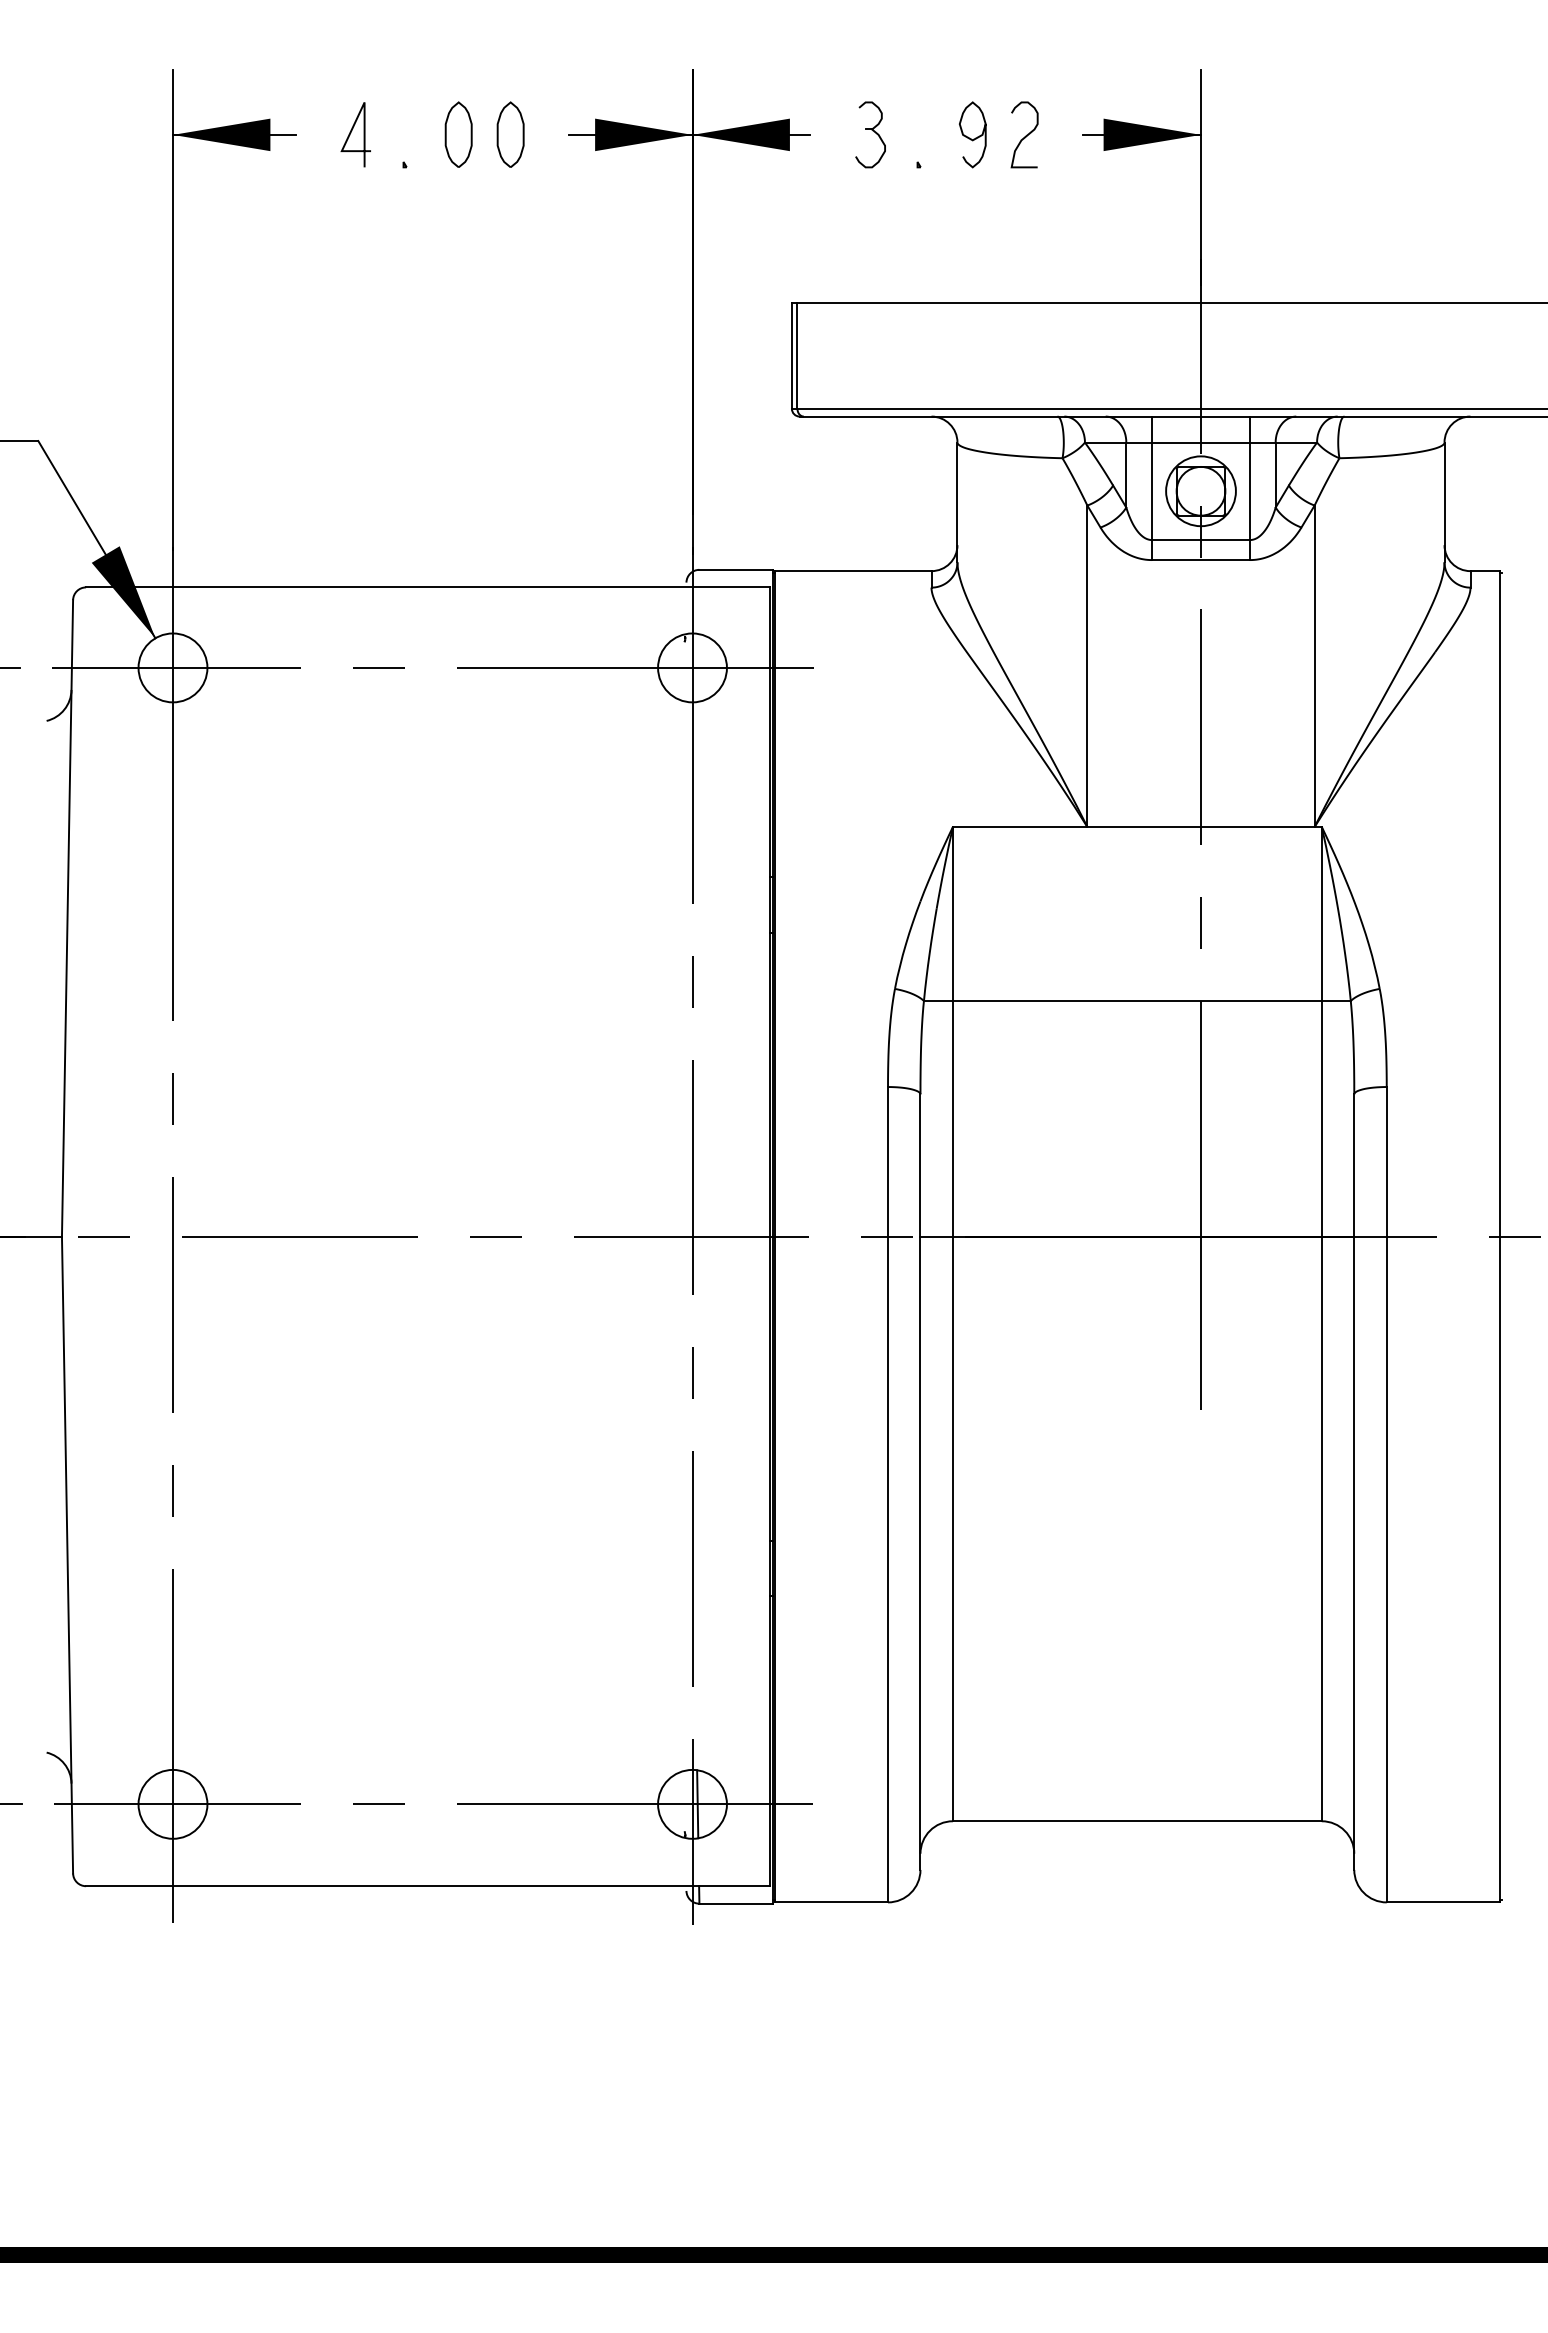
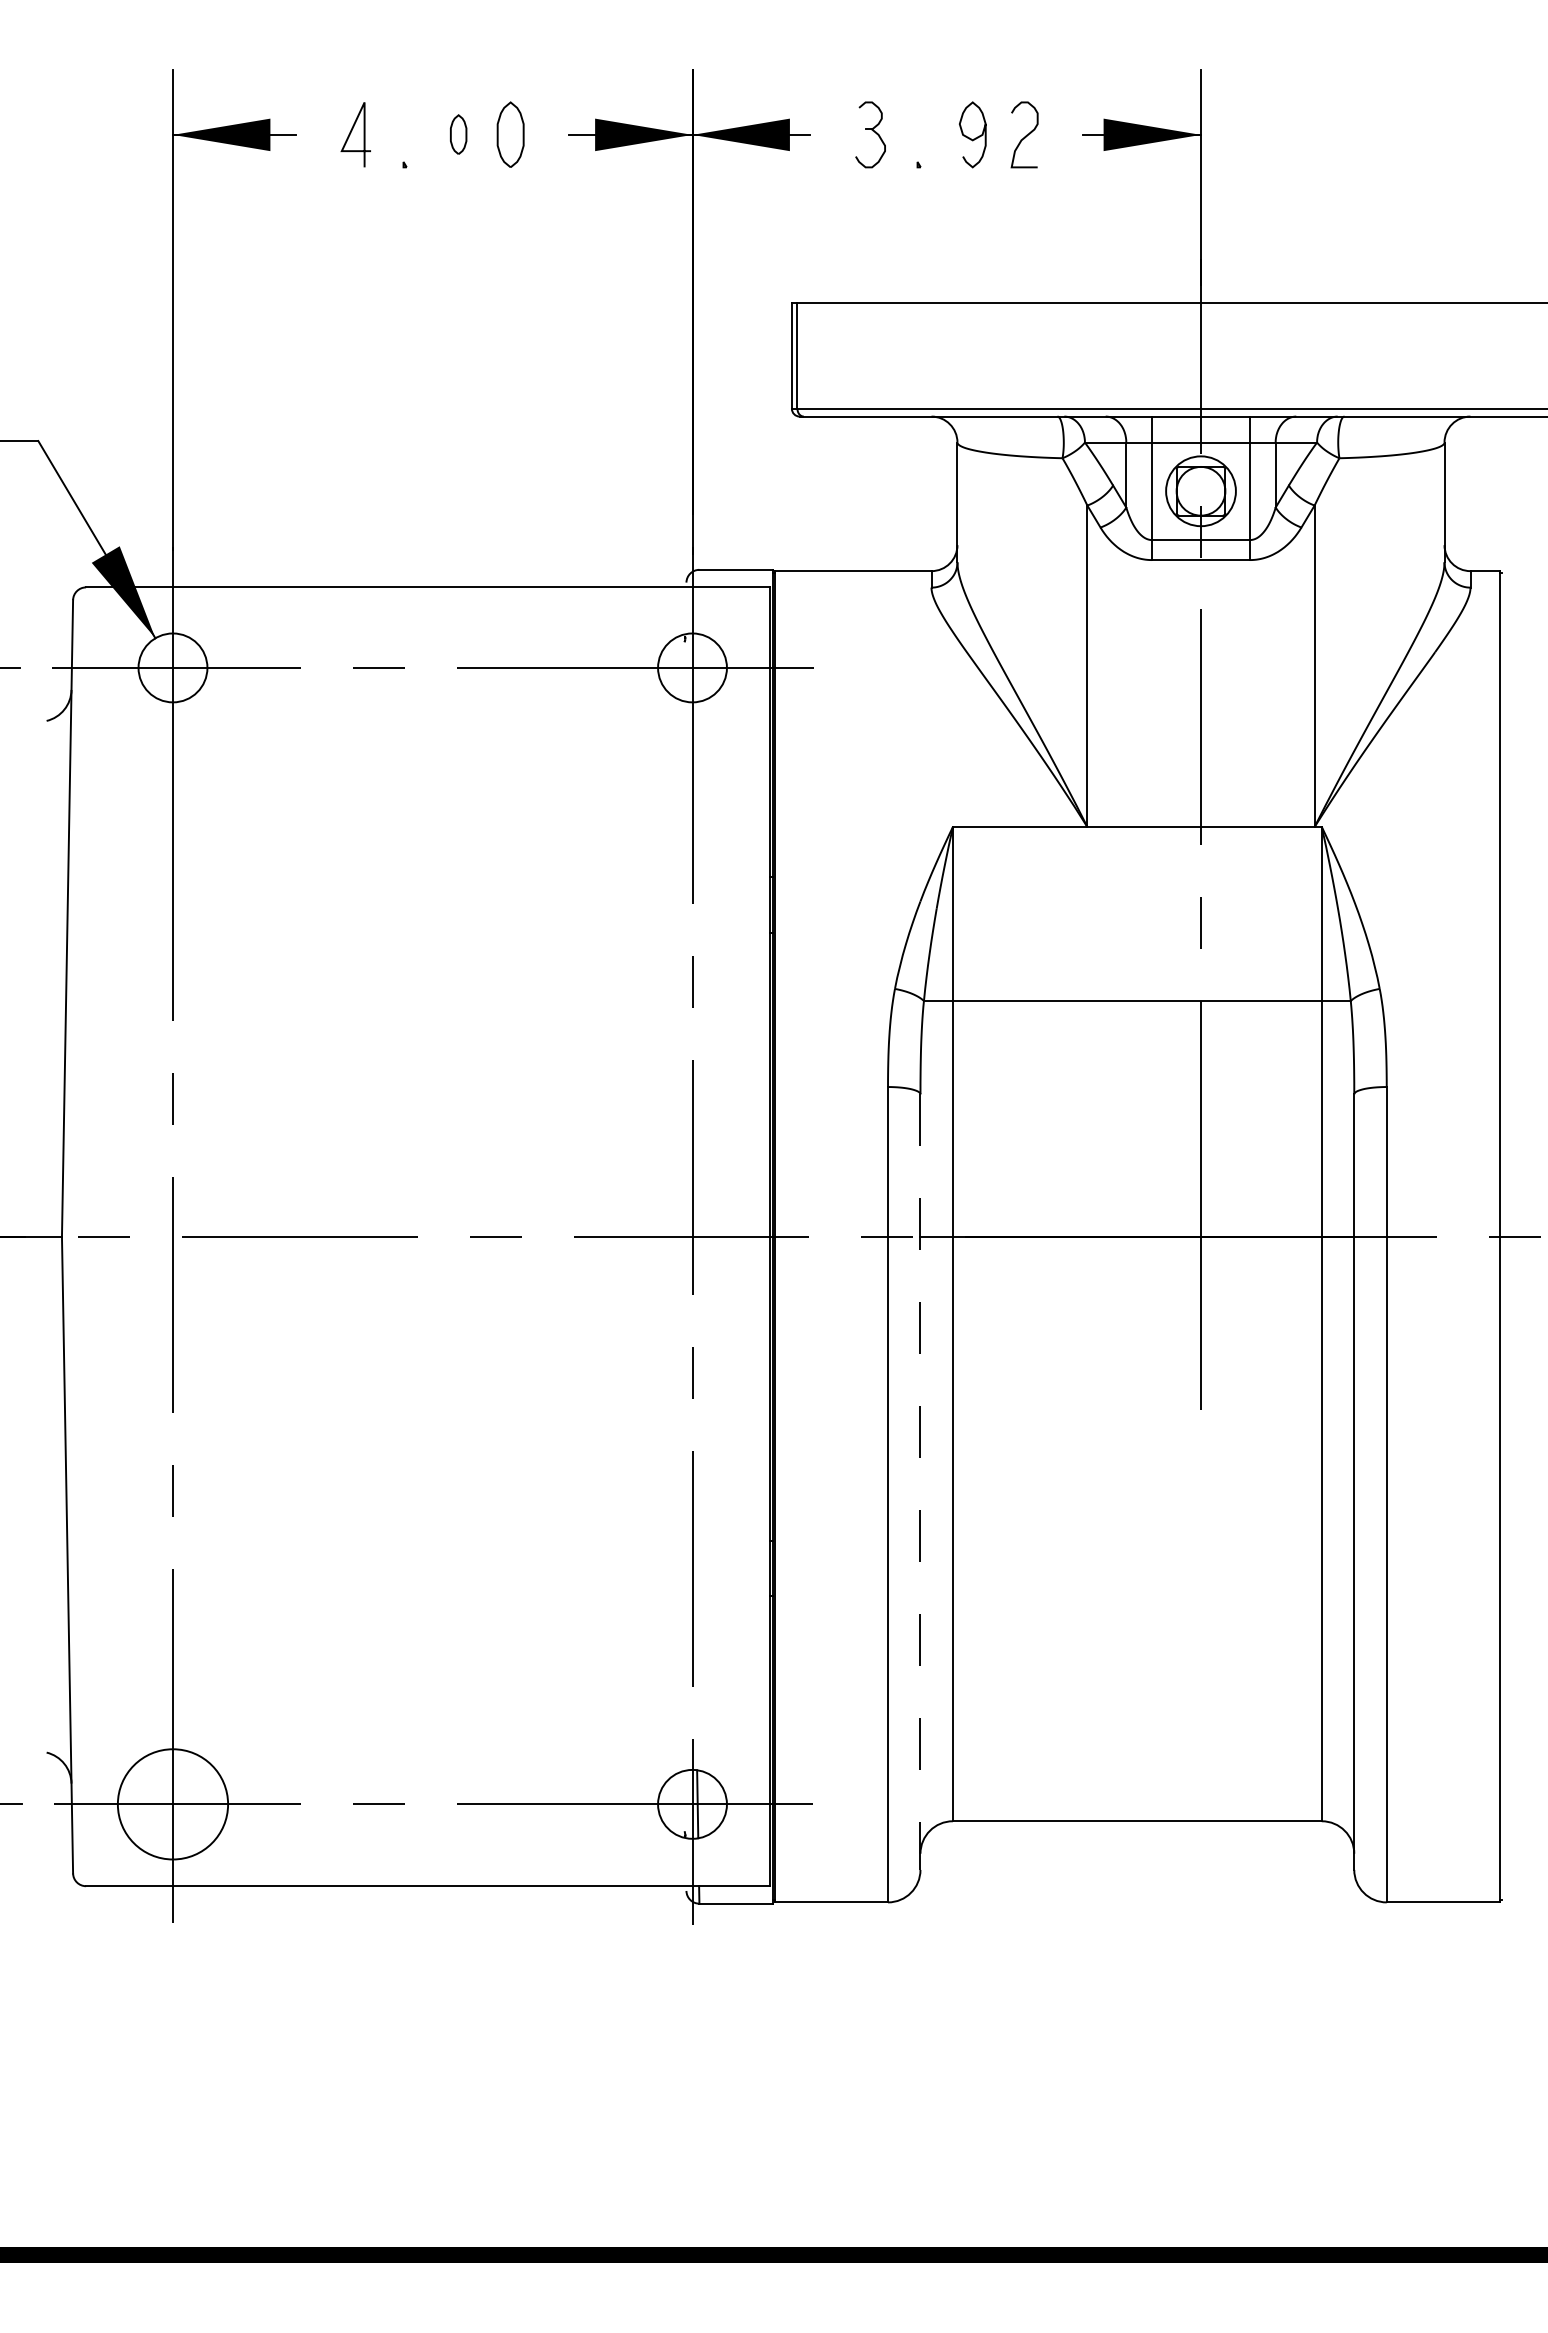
part at (458, 134) size: 29x67 px -> 18x41 px
line at (920, 1482): solid -> dashed
circle at (172, 1803) diameter: 69 px -> 110 px
